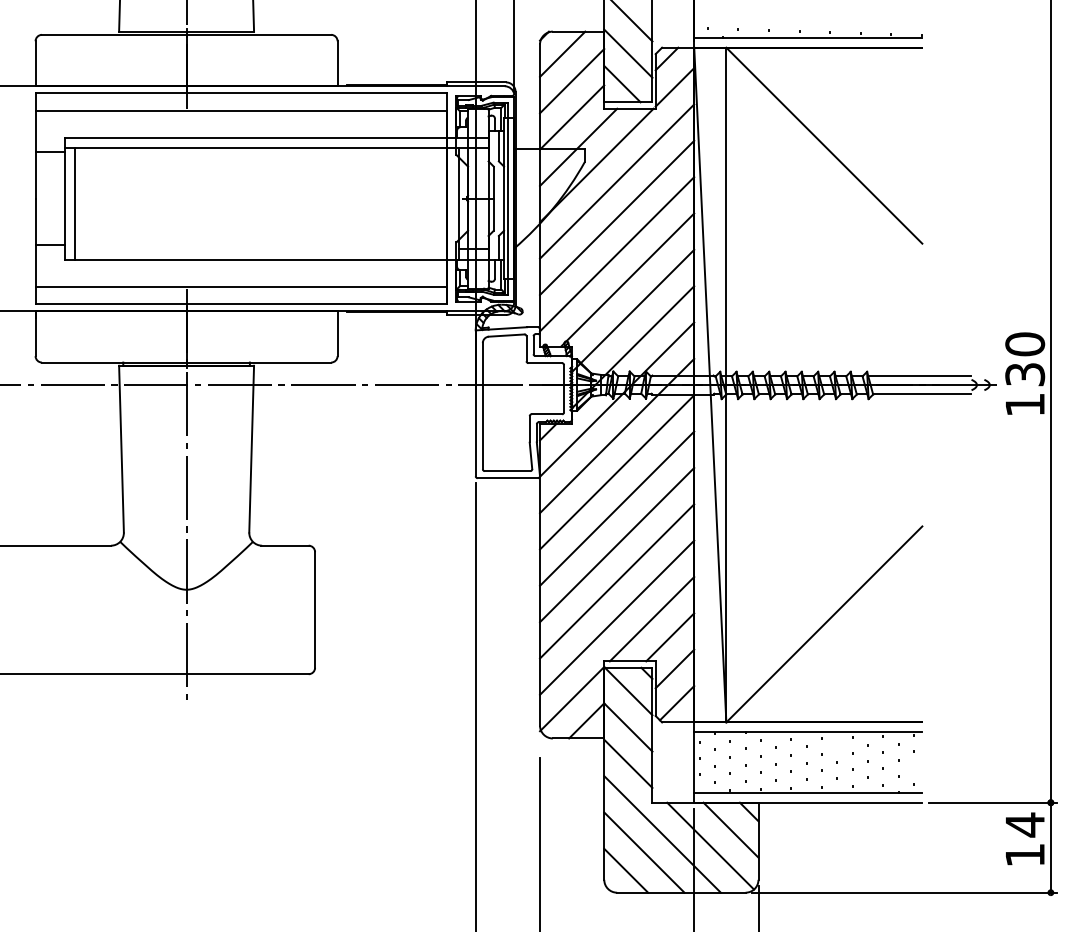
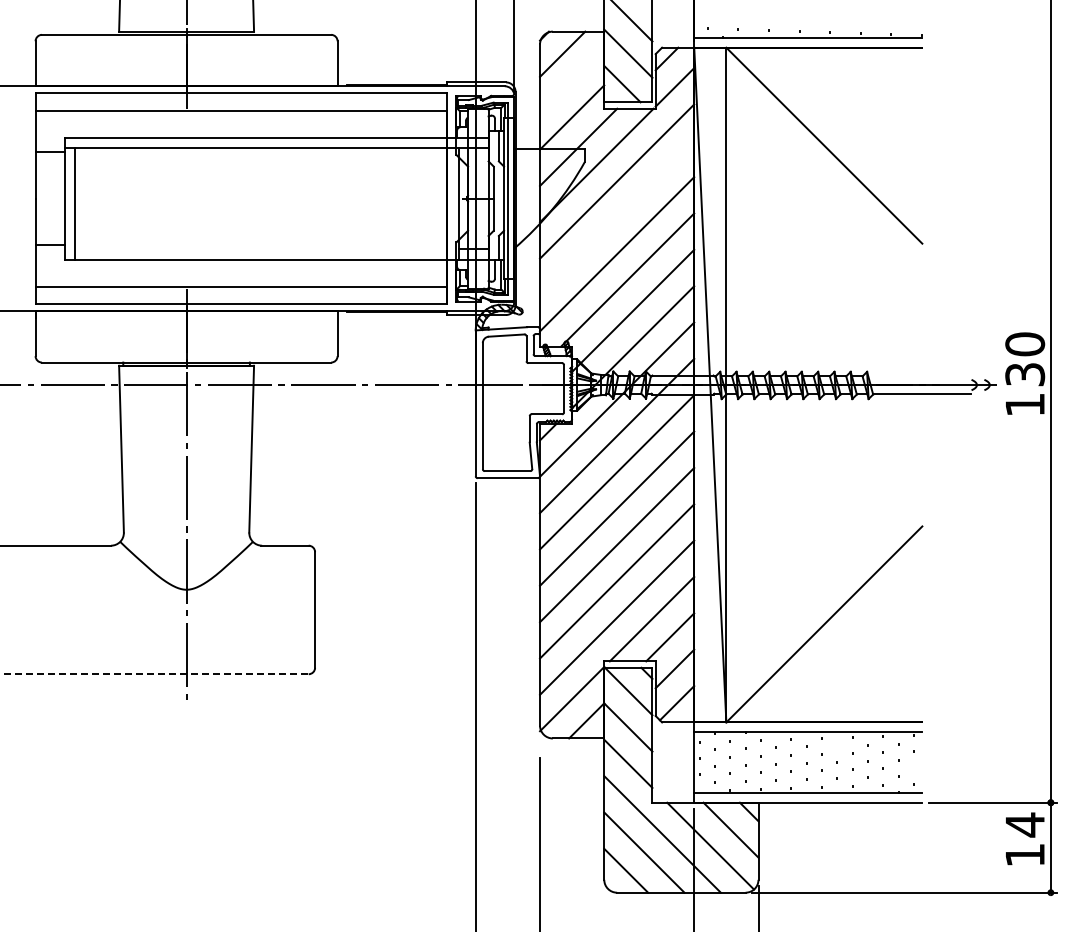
line at (572, 81): present -> none
line at (617, 217): present -> none
line at (919, 376): present -> none
line at (154, 674): solid -> dashed
